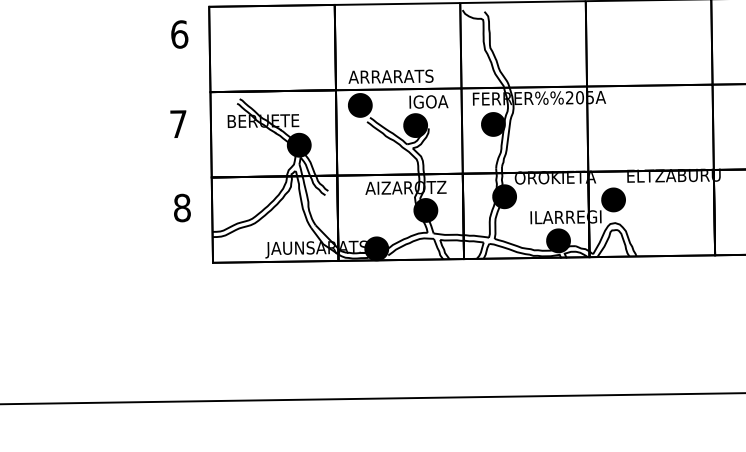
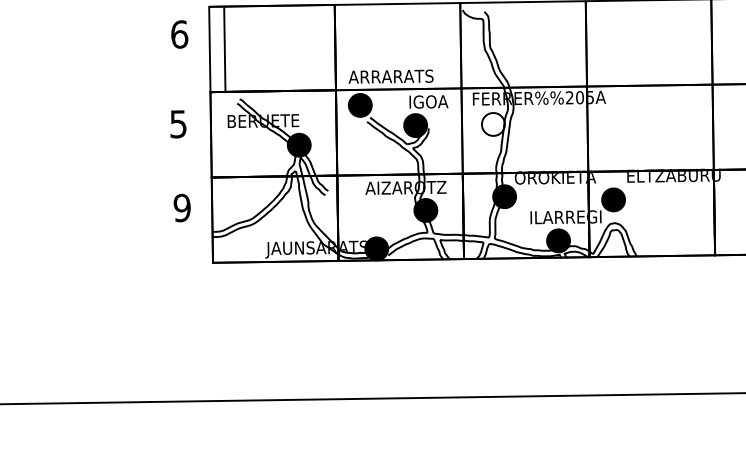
line at (209, 49) position: (209, 49) -> (224, 49)
text at (178, 124): 7 -> 5
fill at (492, 124): present -> none
text at (181, 207): 8 -> 9
